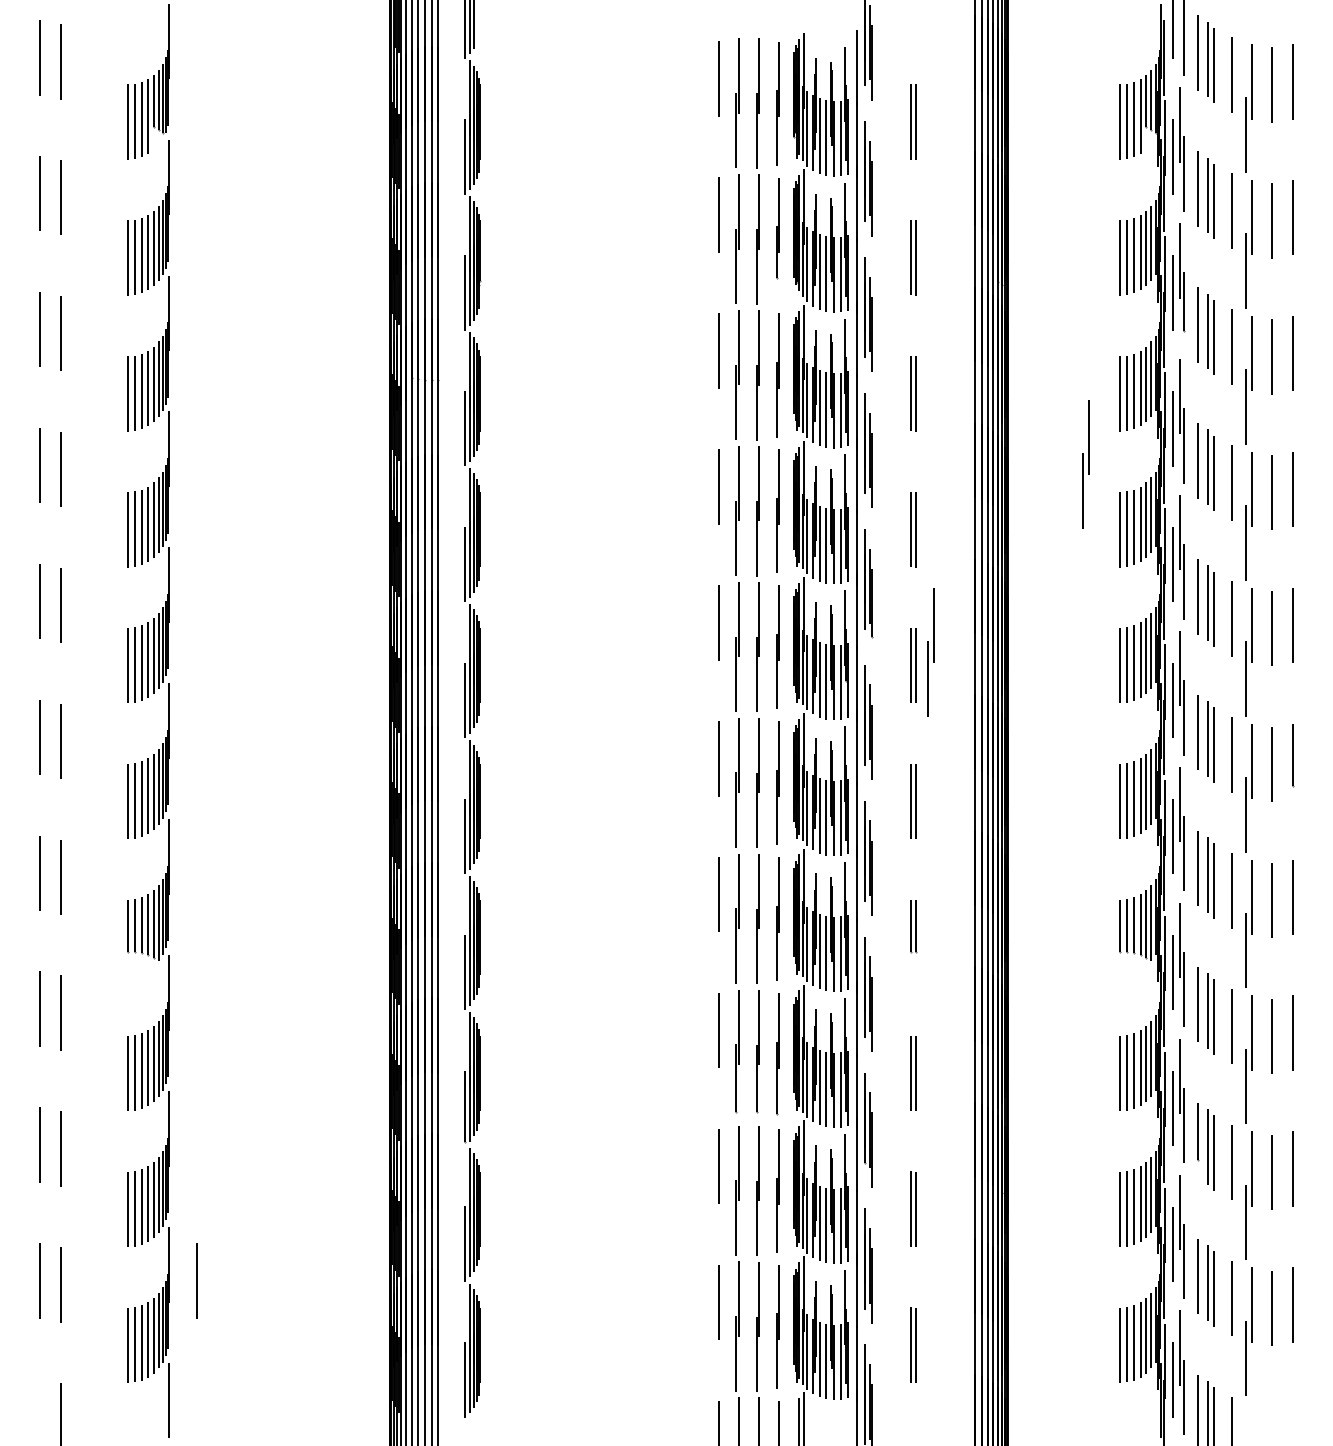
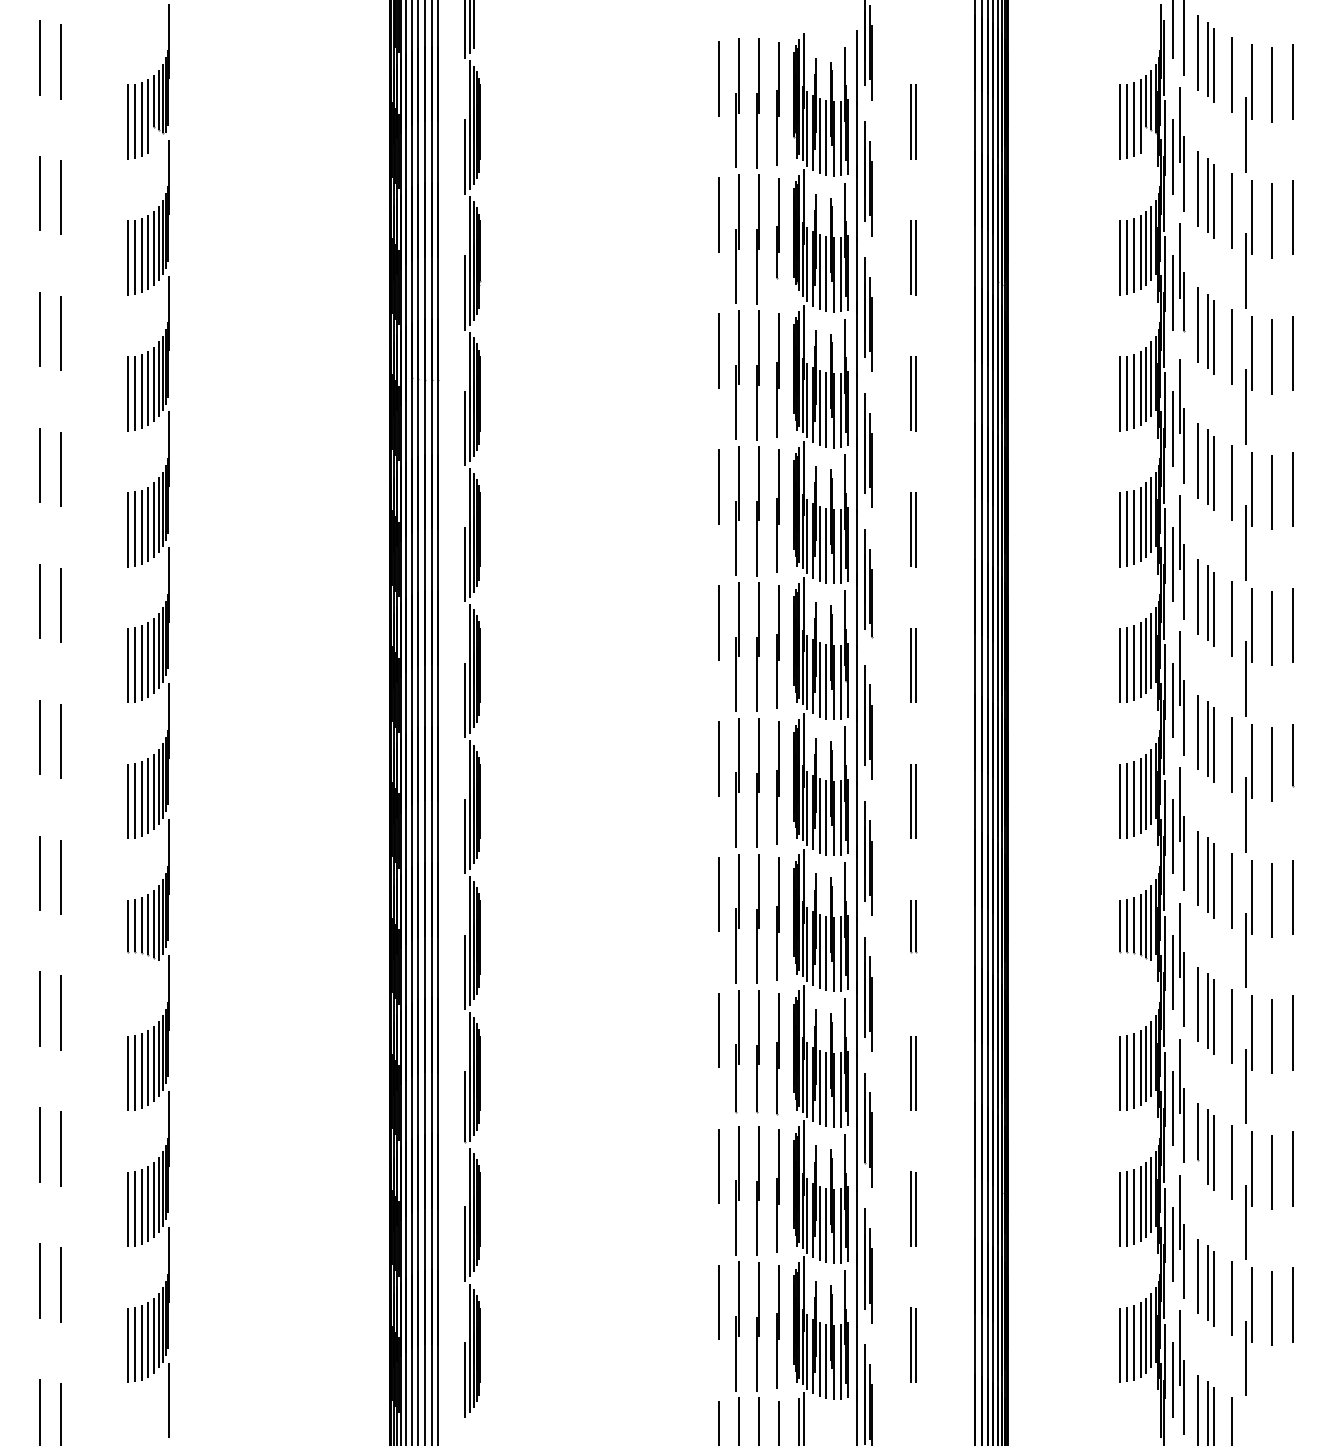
part at (1085, 464): present -> none
part at (930, 652): present -> none
line at (196, 1280): present -> none
line at (39, 1410): none -> present
